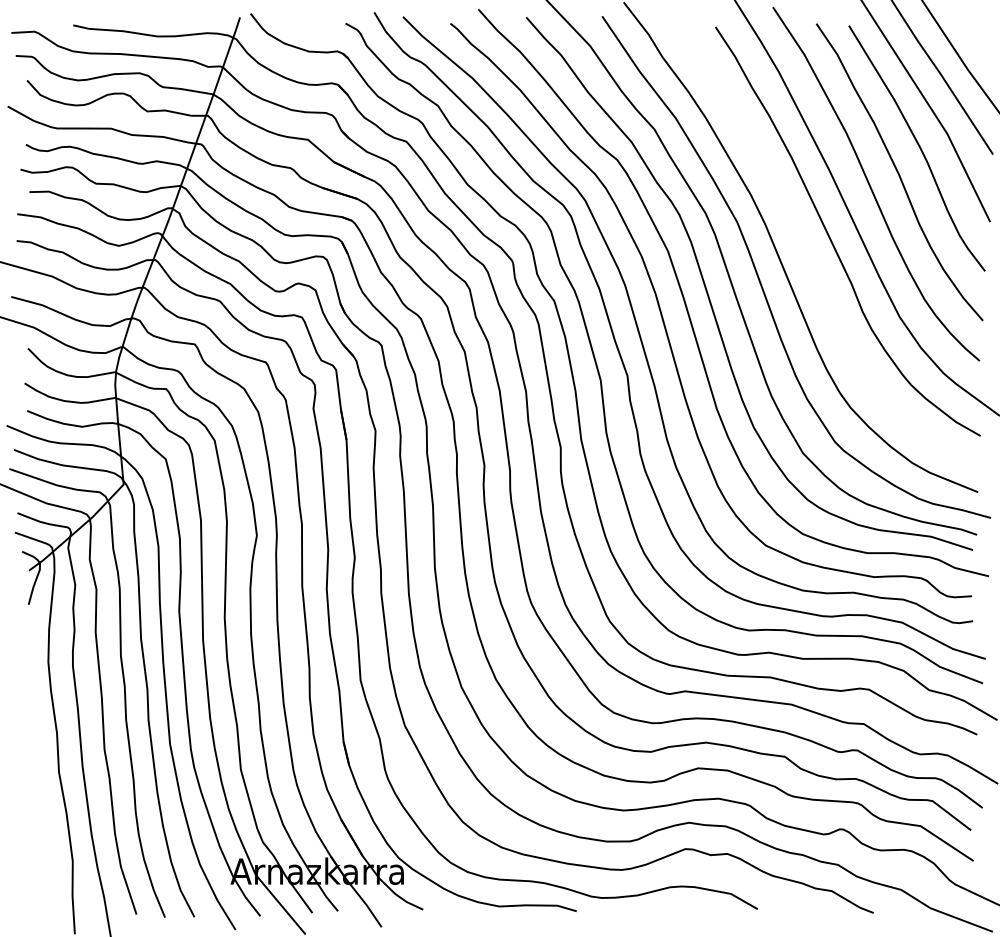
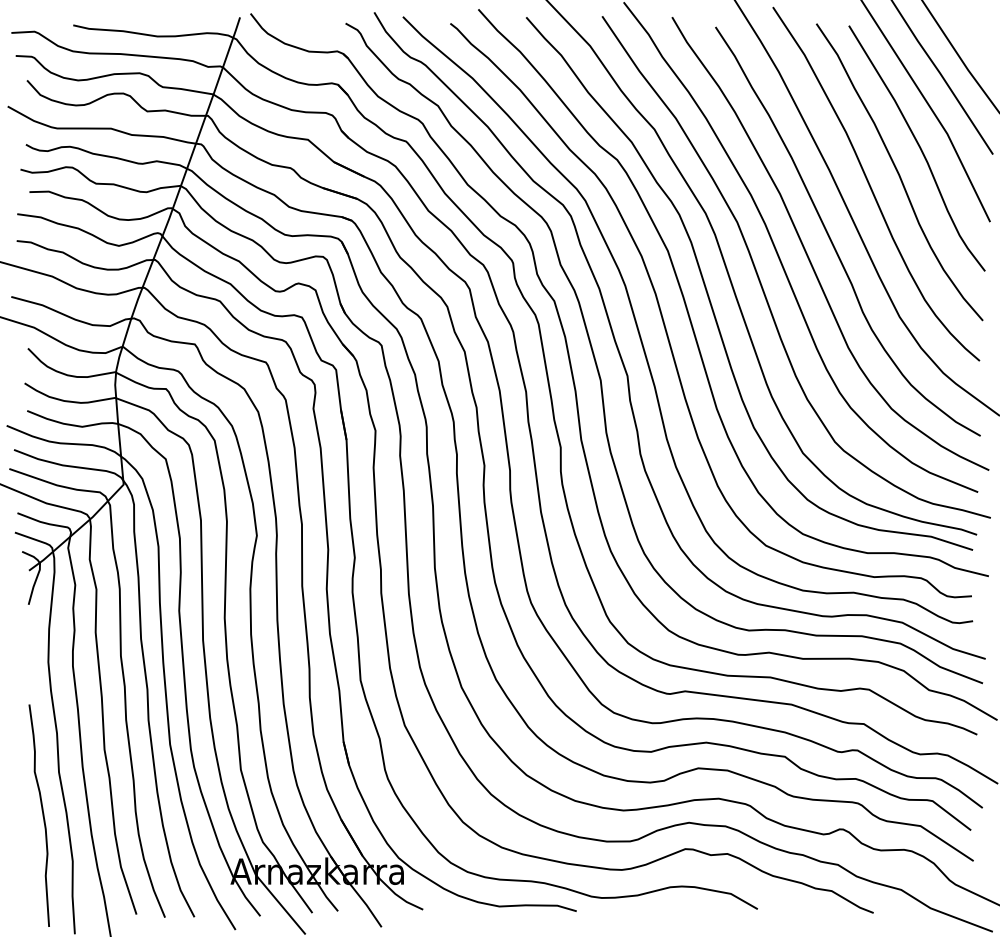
part at (806, 250): none -> present
curve at (42, 815): none -> present
